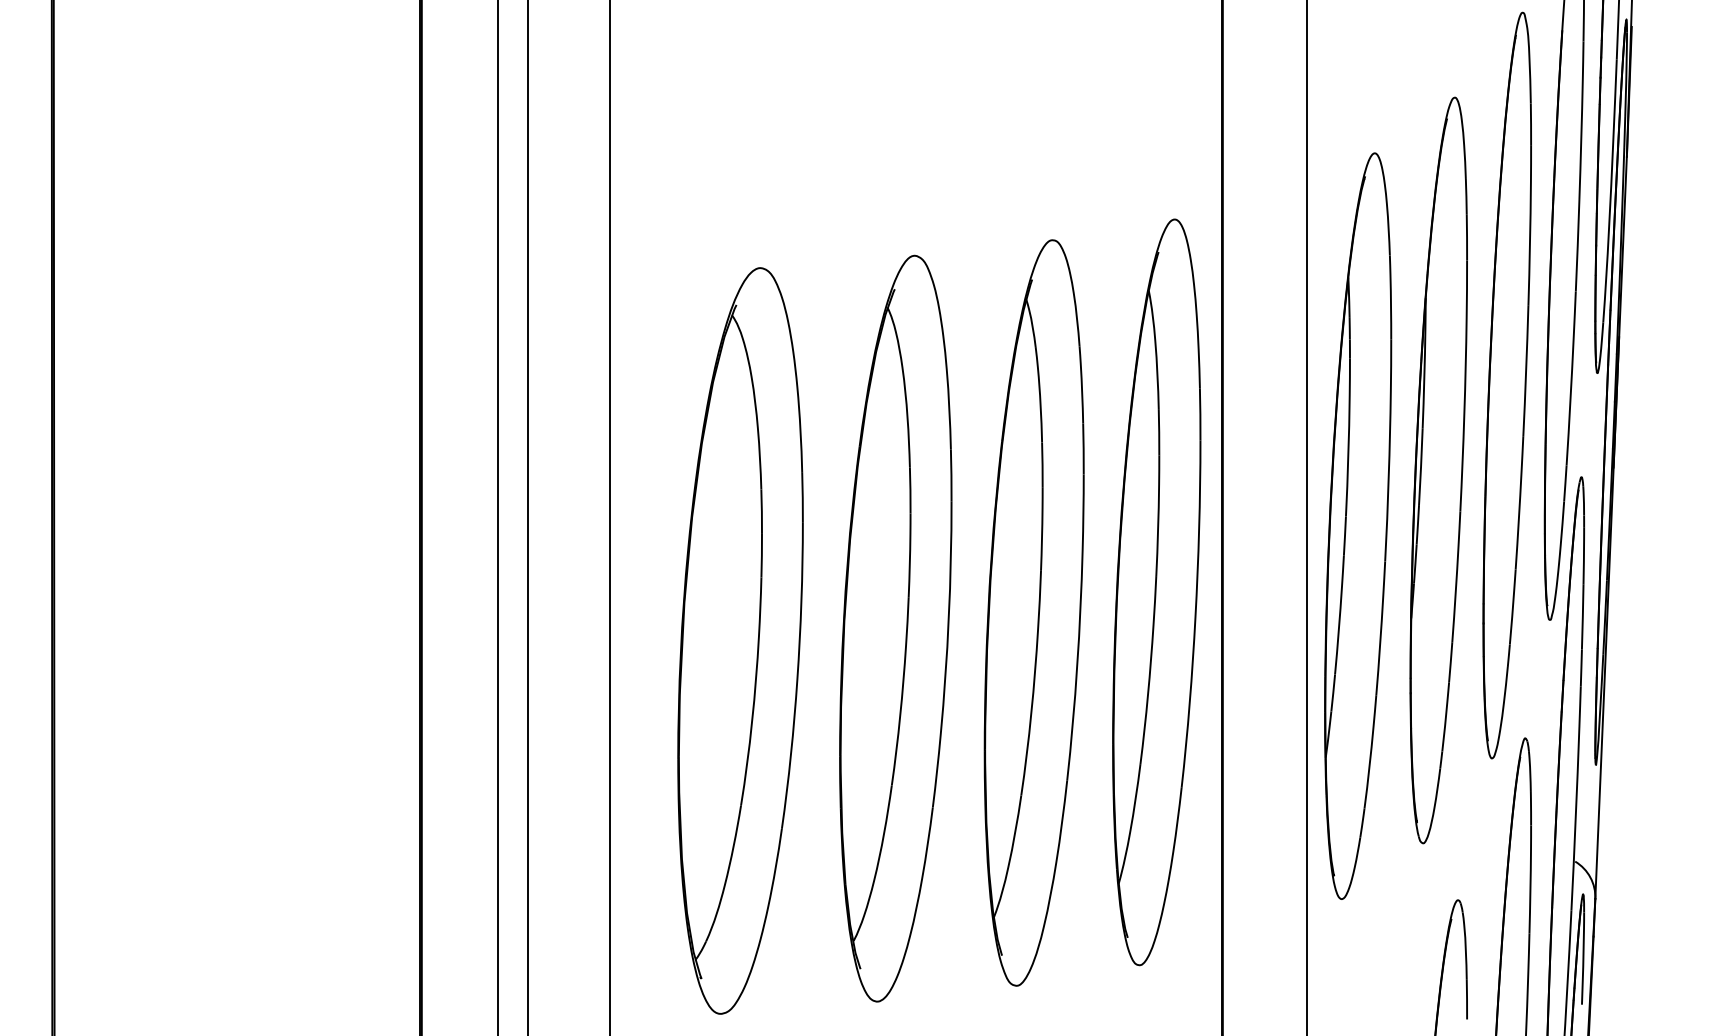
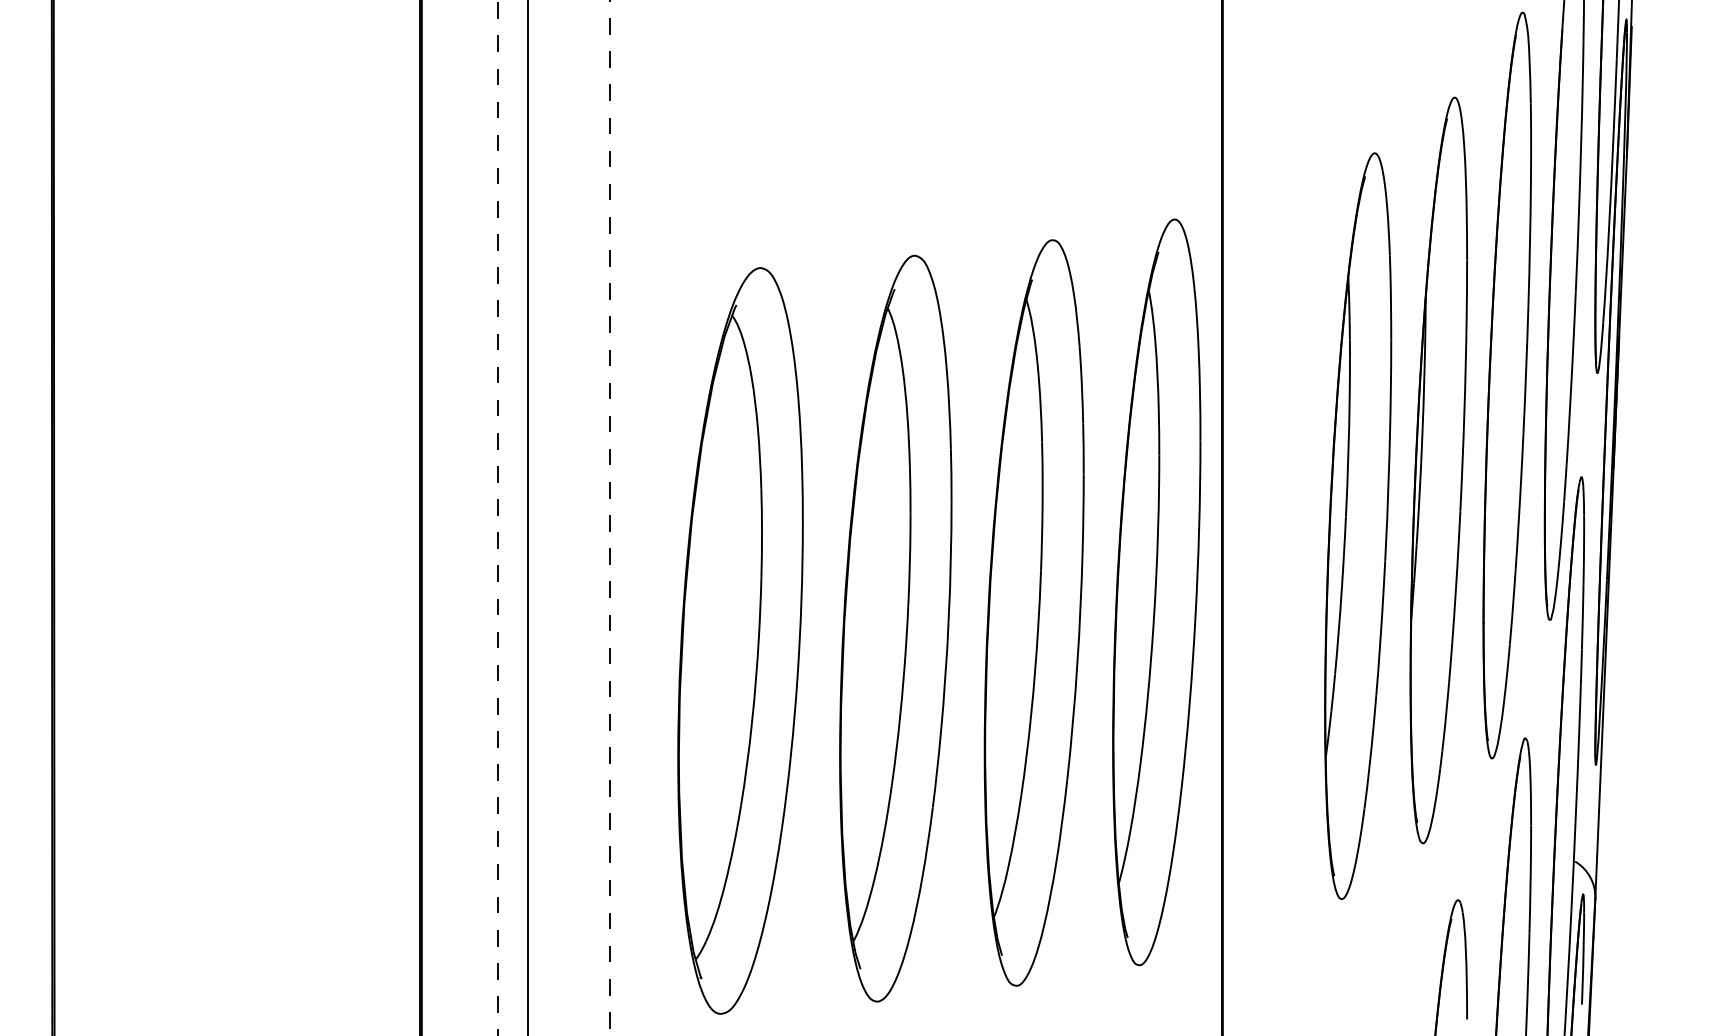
line at (497, 517): solid -> dashed
line at (1306, 517): present -> none
line at (609, 518): solid -> dashed
